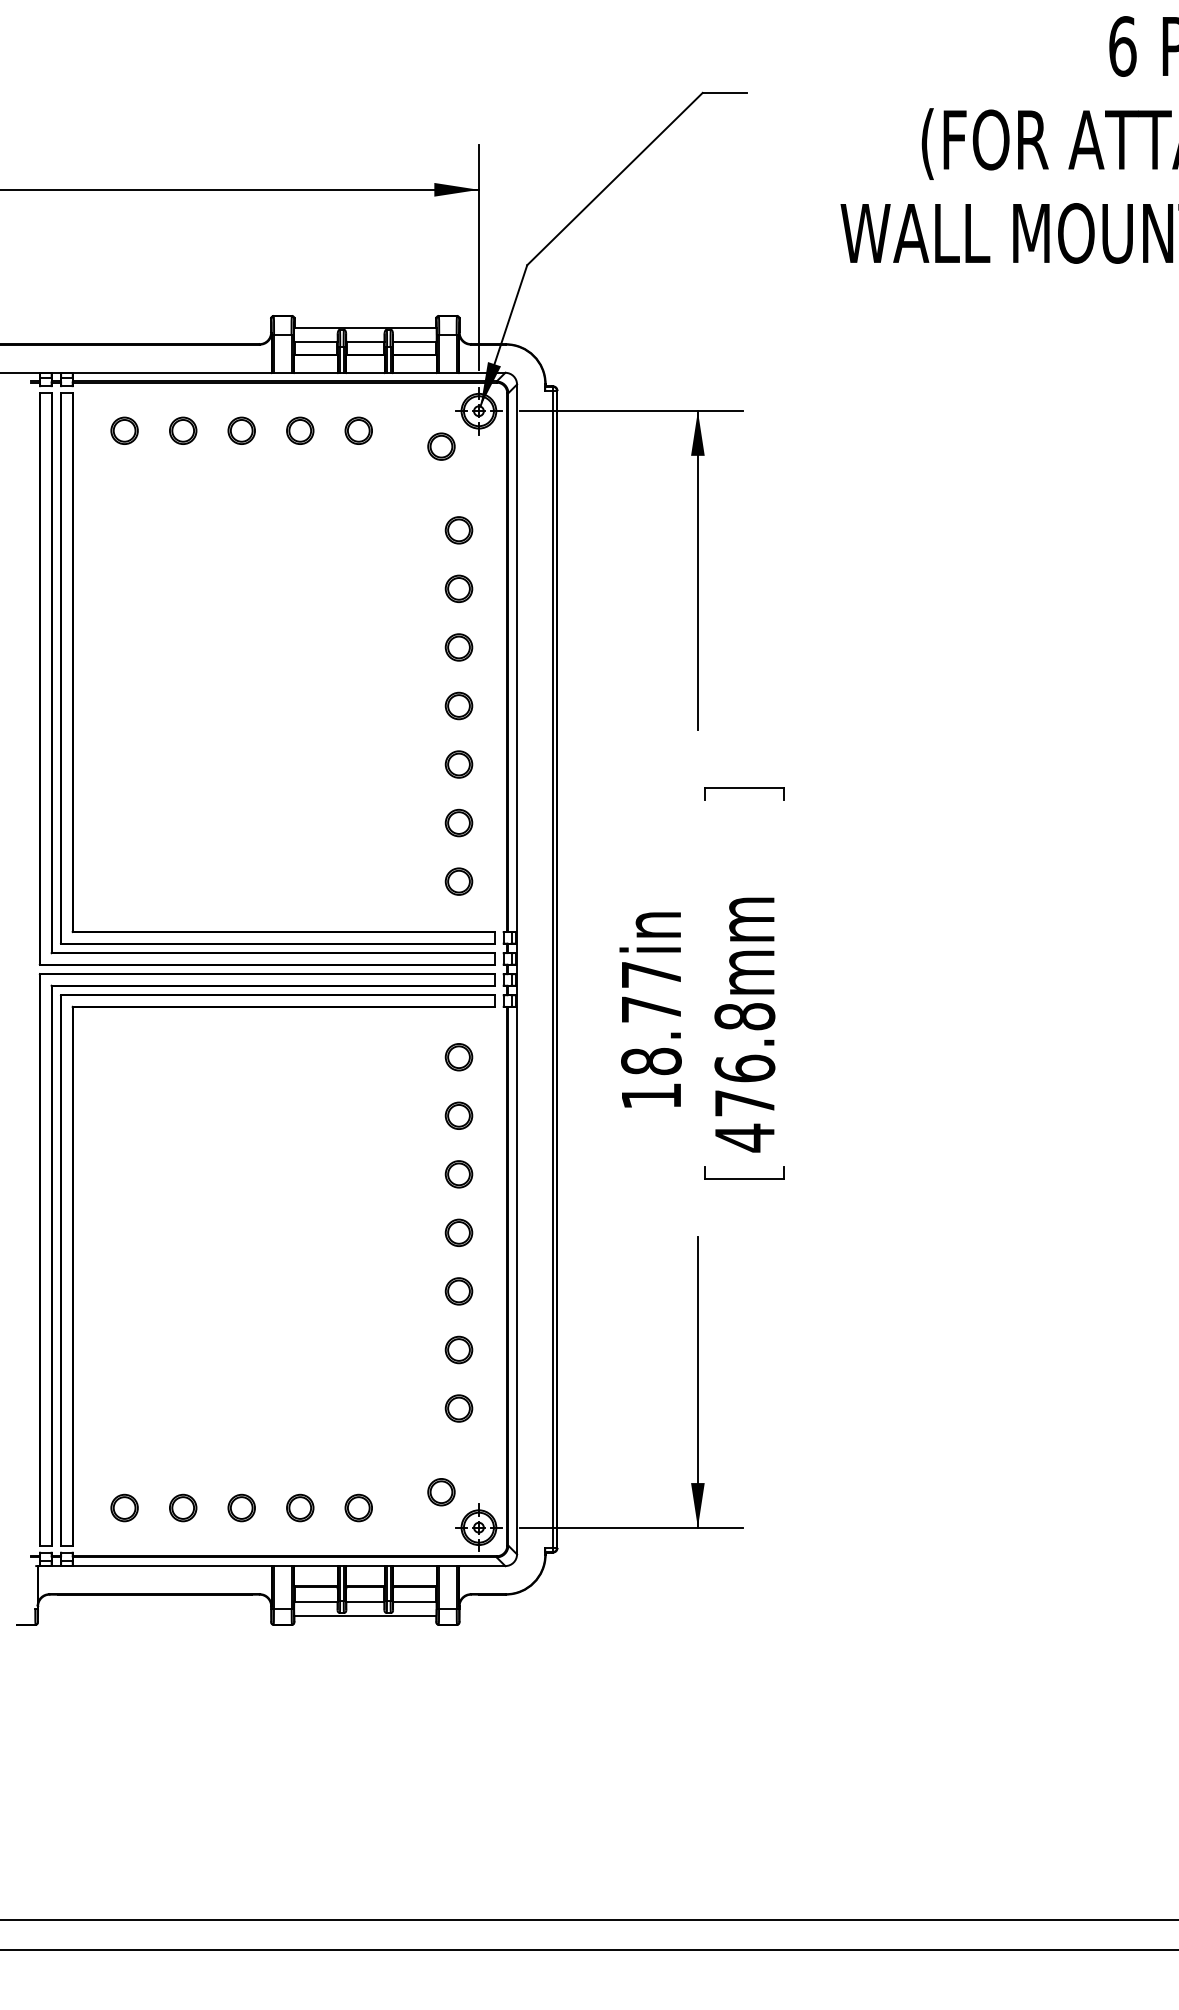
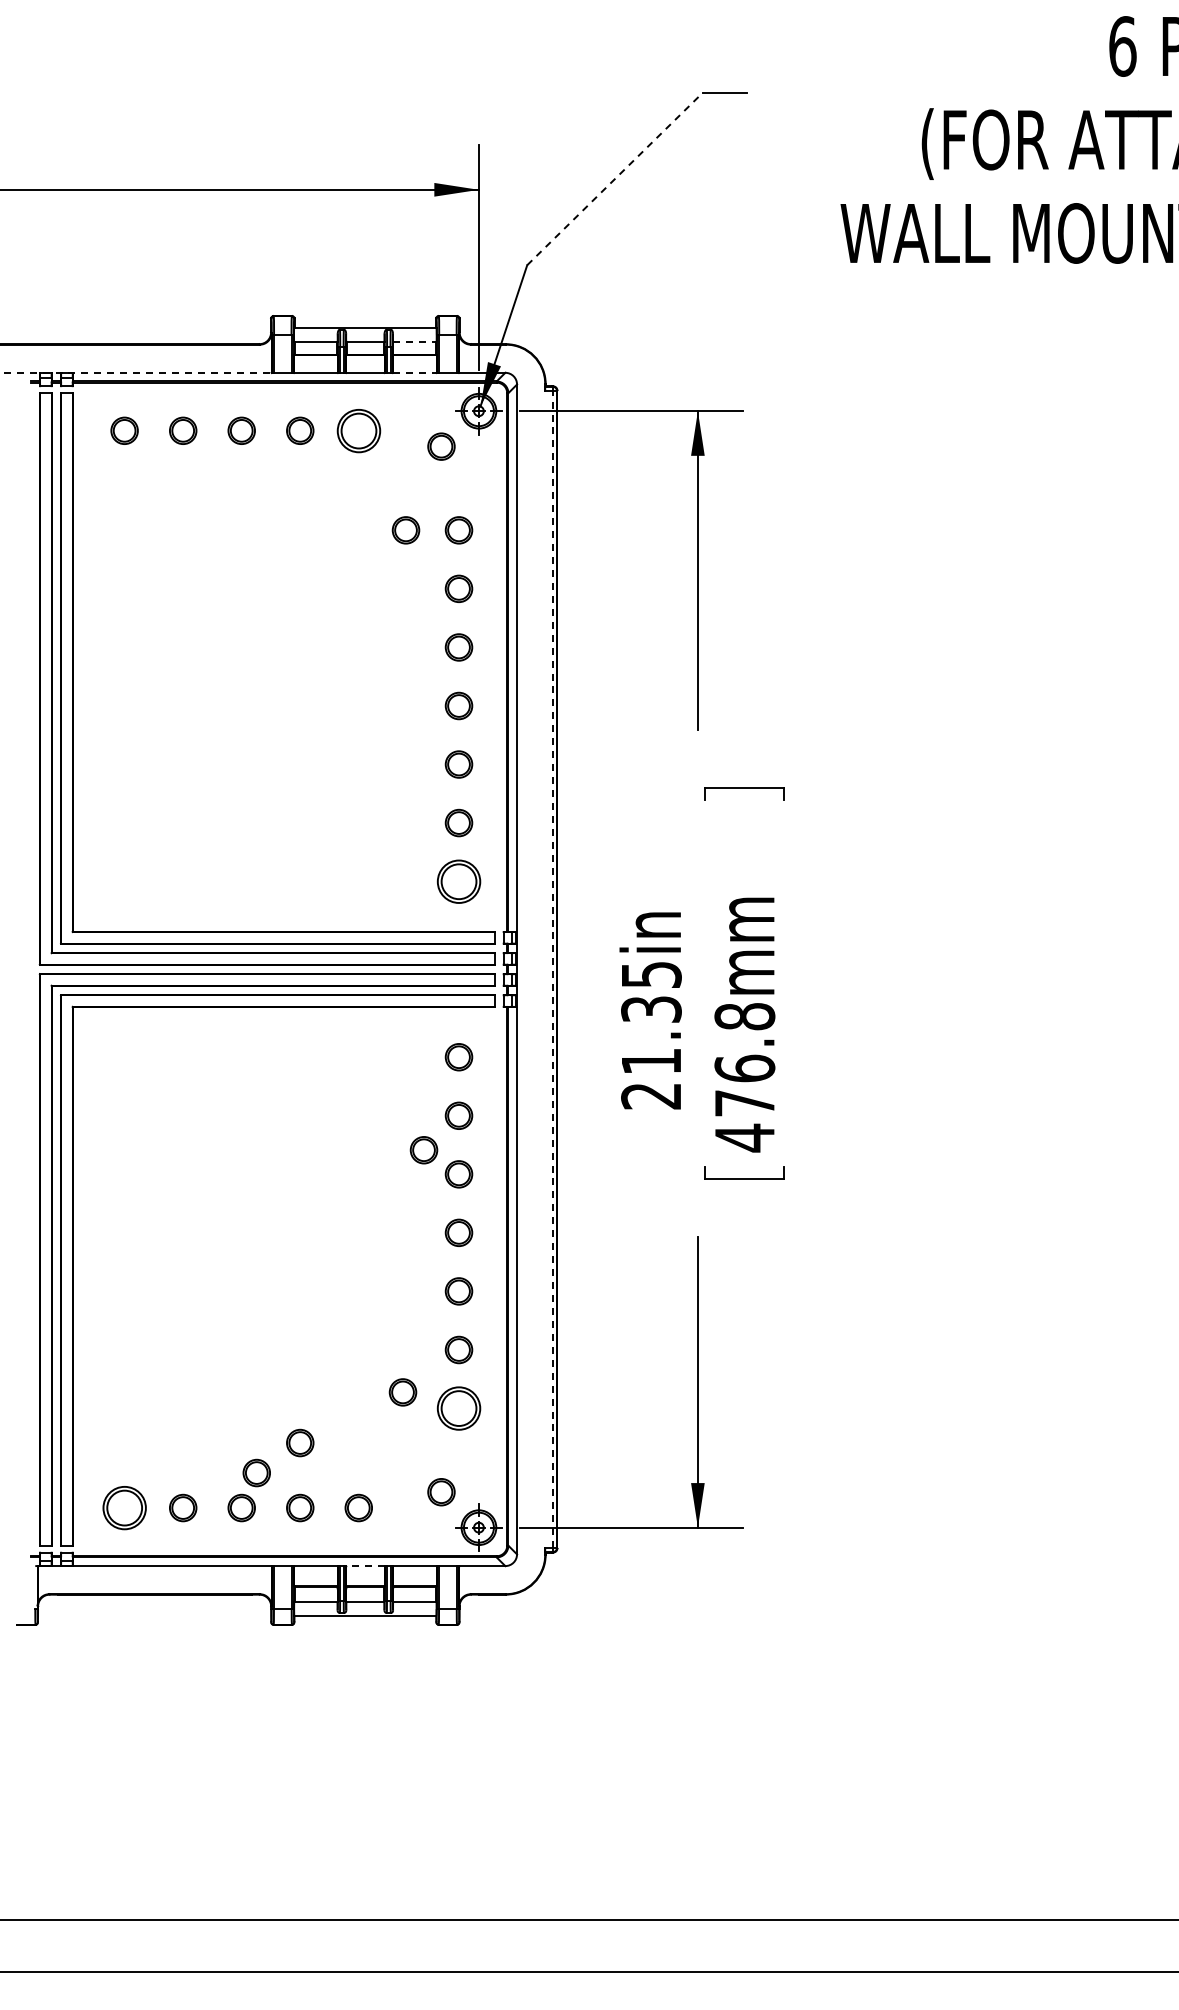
line at (614, 179): solid -> dashed
line at (414, 341): solid -> dashed
line at (136, 372): solid -> dashed
line at (414, 372): solid -> dashed
part at (358, 430) size: 29x29 px -> 46x45 px
part at (405, 530): none -> present
part at (458, 881) size: 30x29 px -> 46x45 px
line at (552, 969): solid -> dashed
text at (651, 1035): 18.77in -> 21.35in
part at (423, 1150): none -> present
part at (402, 1392): none -> present
part at (458, 1408) size: 30x29 px -> 46x45 px
part at (300, 1442): none -> present
part at (256, 1472): none -> present
part at (124, 1507) size: 29x30 px -> 45x45 px
line at (364, 1566): solid -> dashed
line at (588, 1949) position: (588, 1949) -> (588, 1971)
